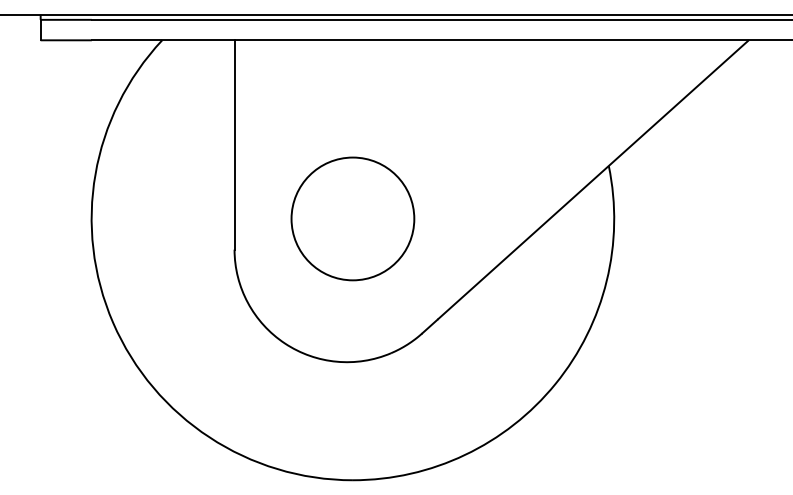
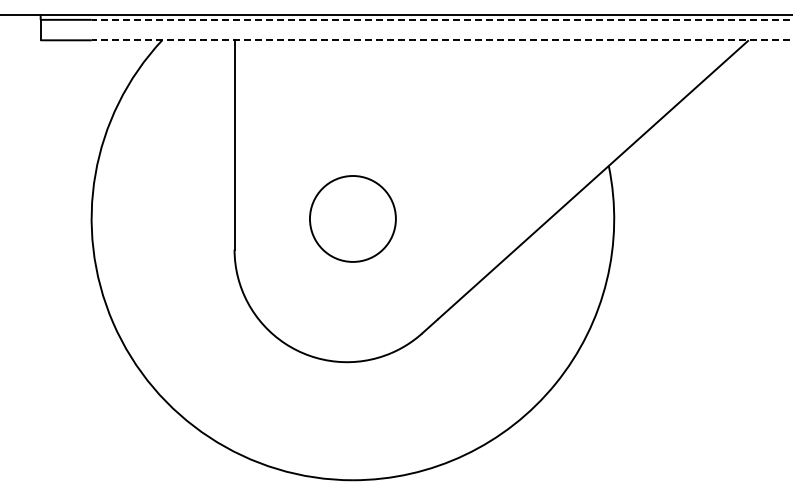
line at (441, 19): solid -> dashed
line at (441, 40): solid -> dashed
circle at (352, 218) size: 126x126 px -> 88x88 px
